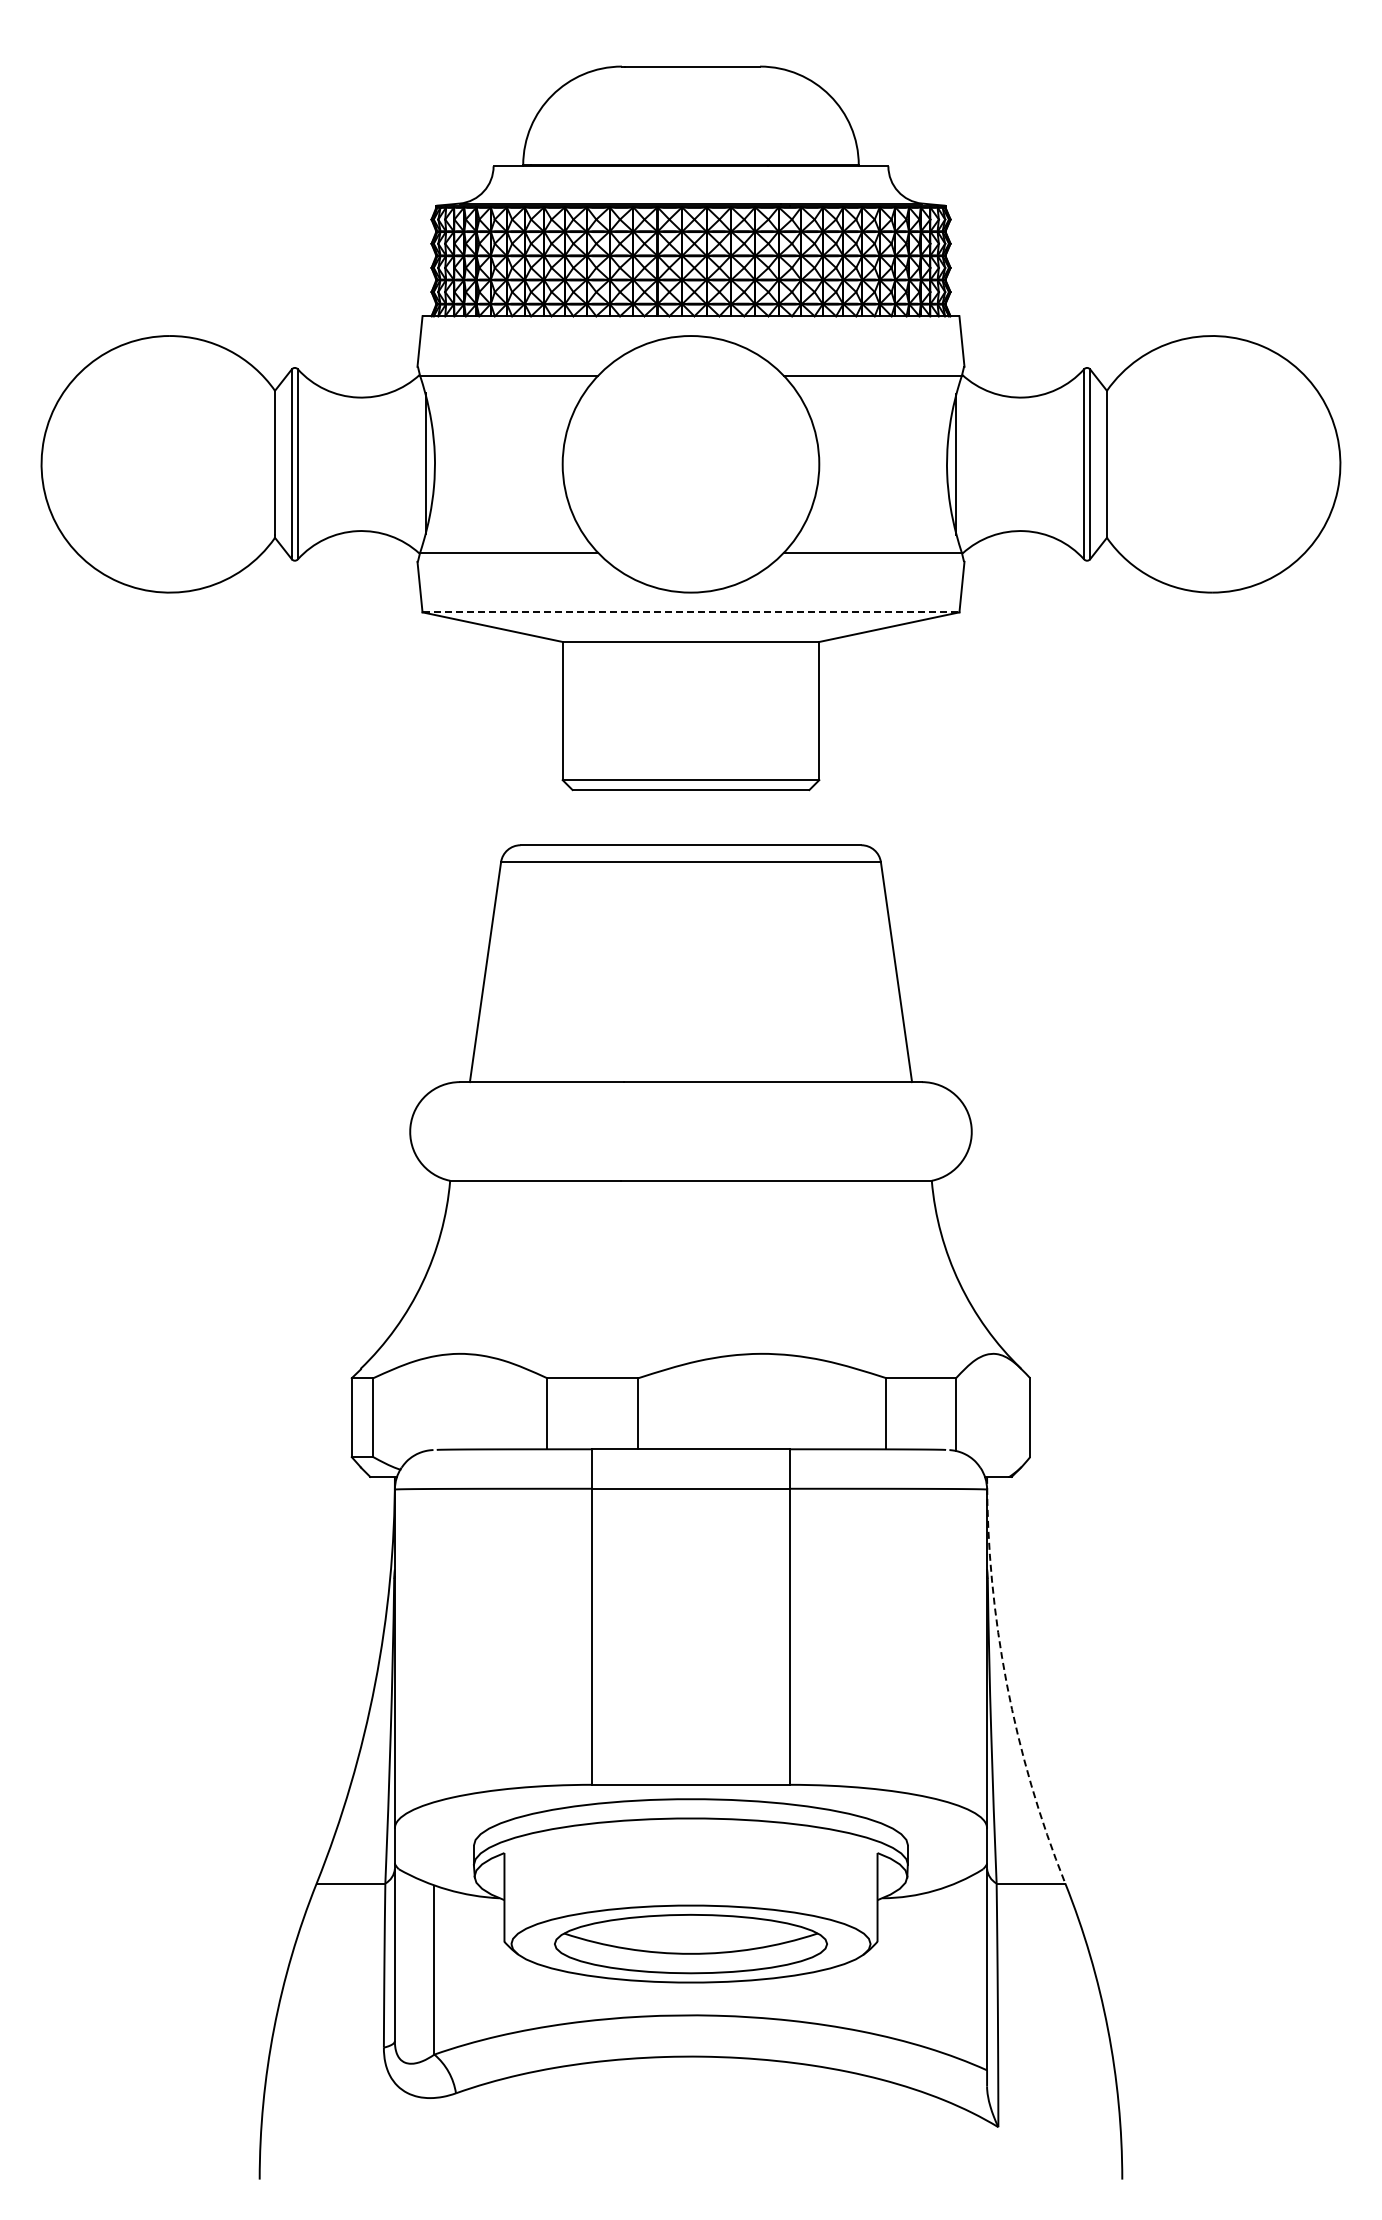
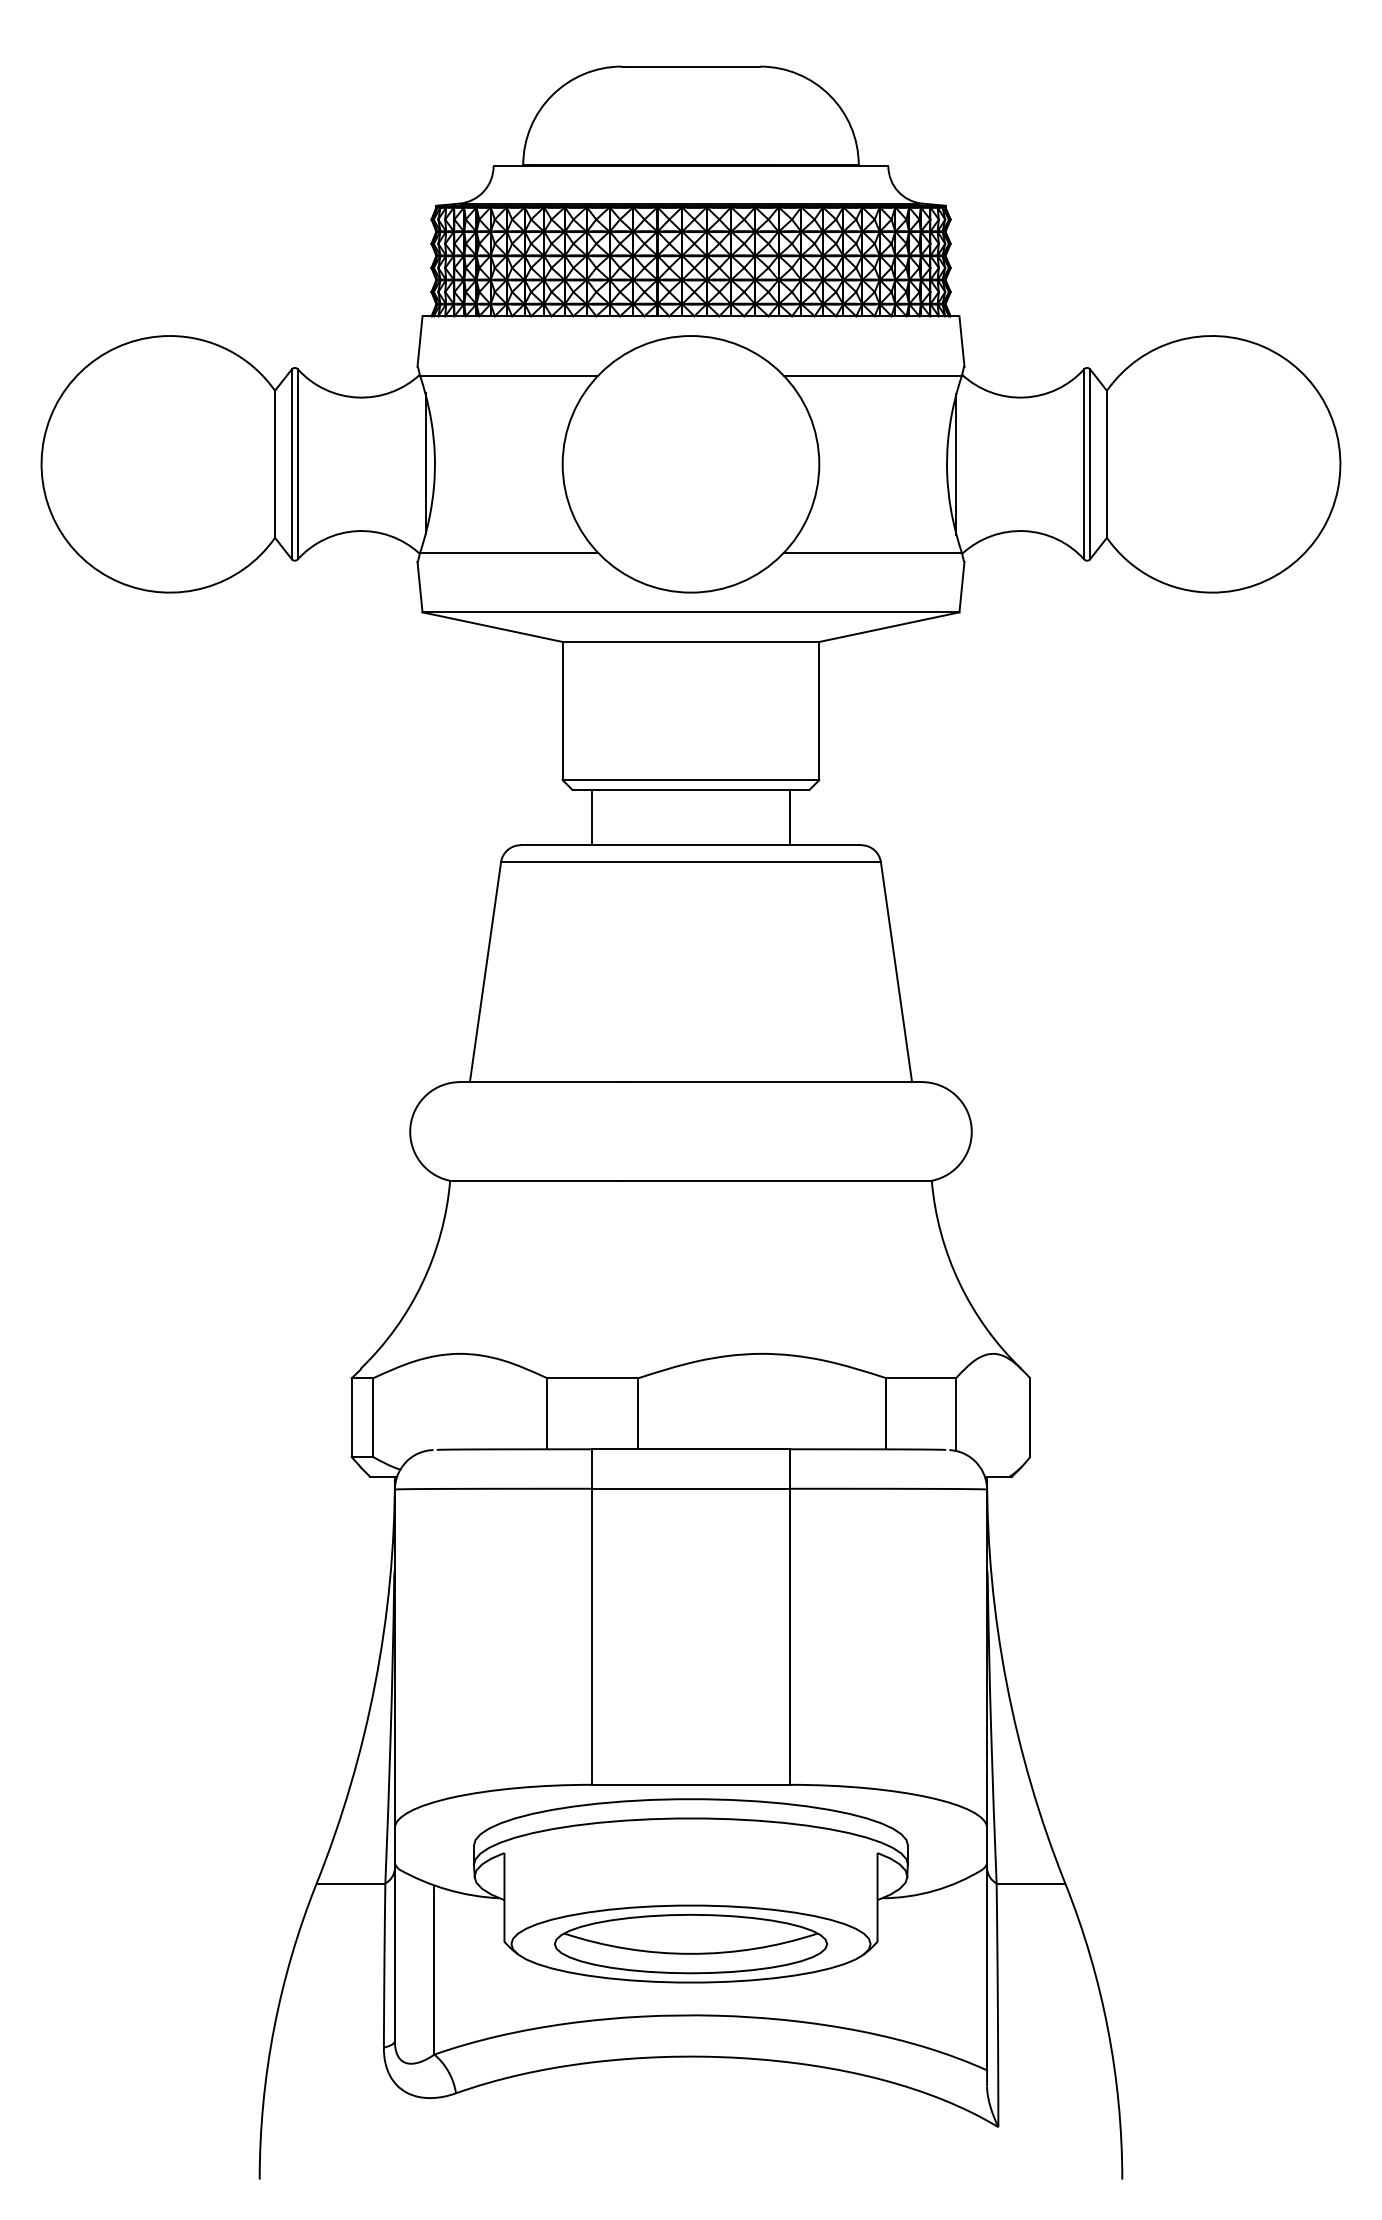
line at (691, 612): dashed -> solid
line at (592, 817): none -> present
line at (789, 817): none -> present
arc at (1006, 1683): dashed -> solid
